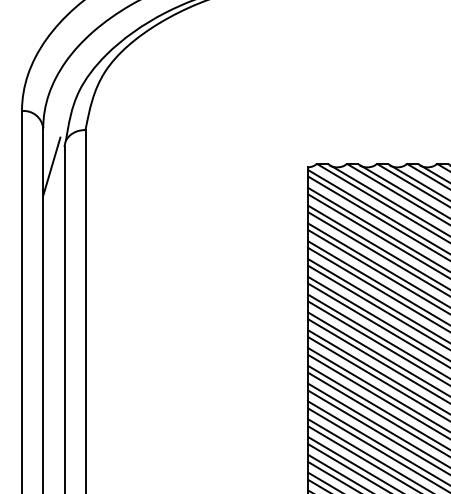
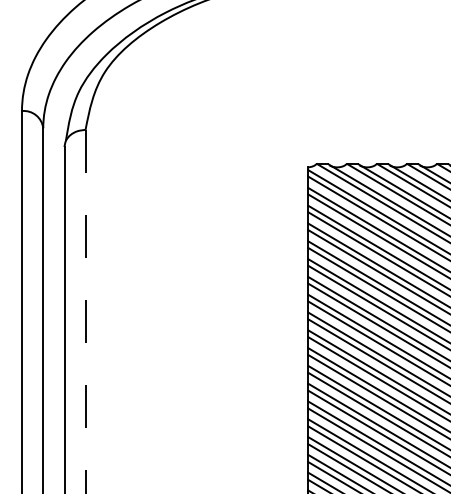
line at (51, 166): present -> none
line at (85, 311): solid -> dashed
